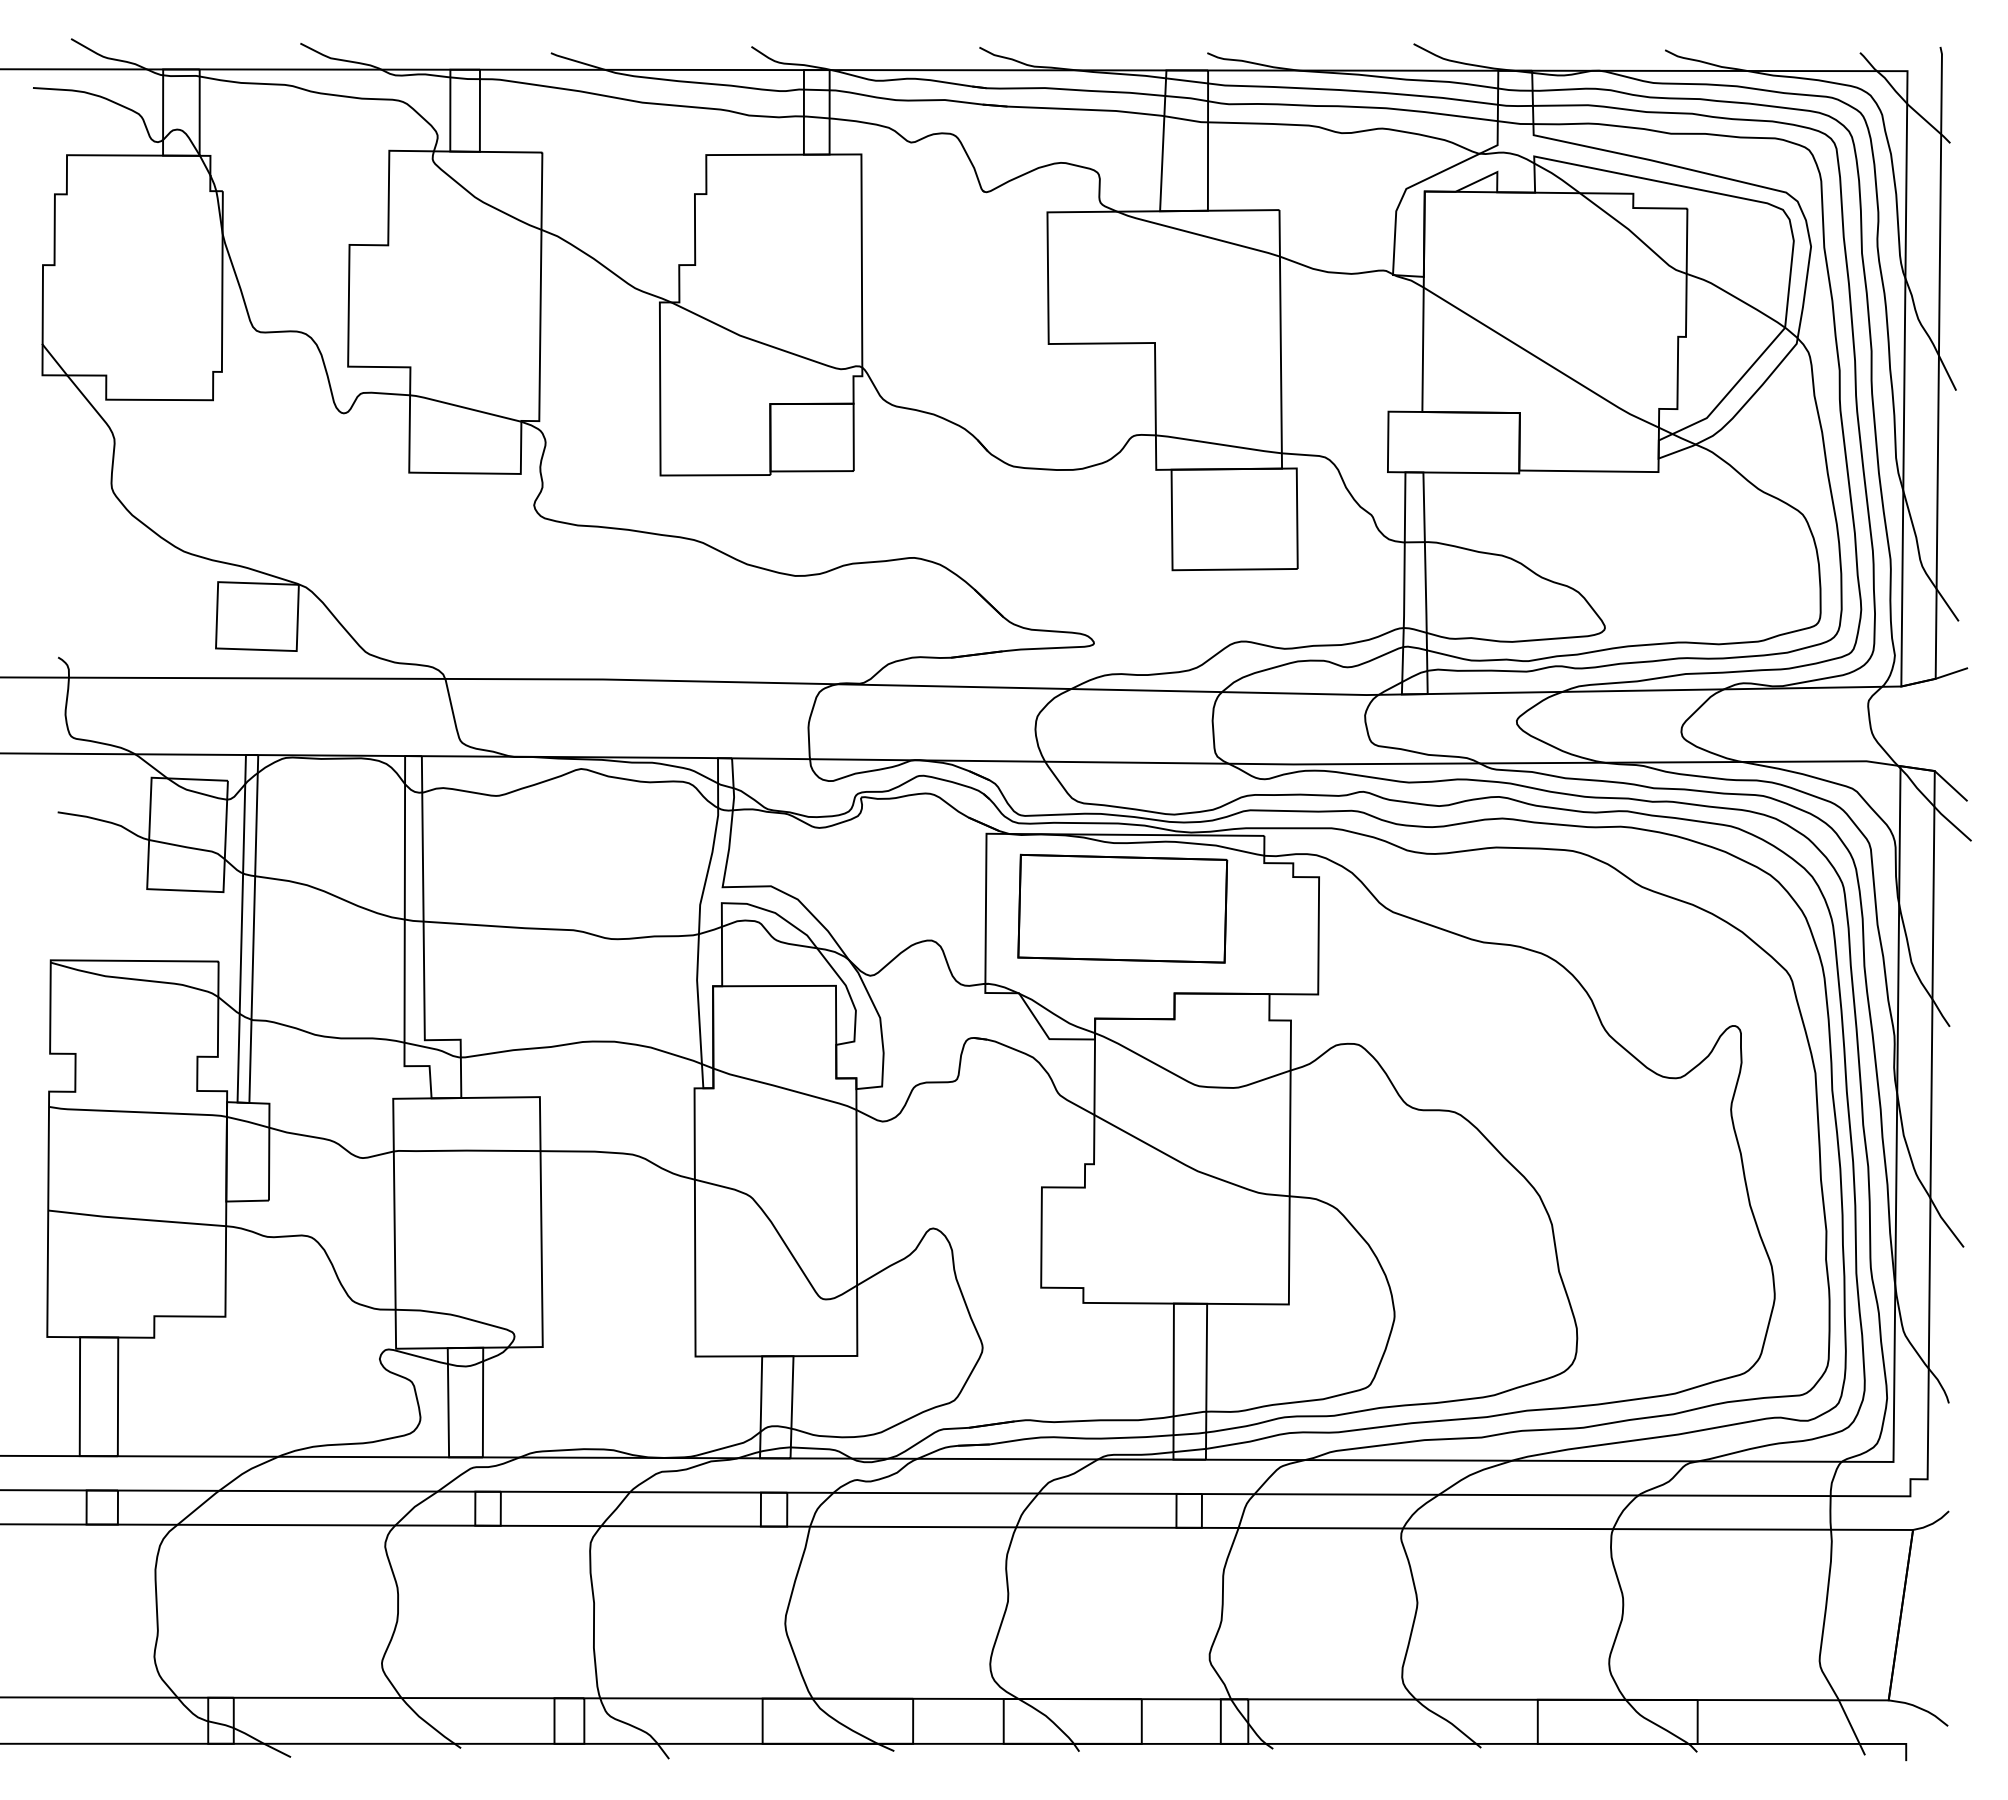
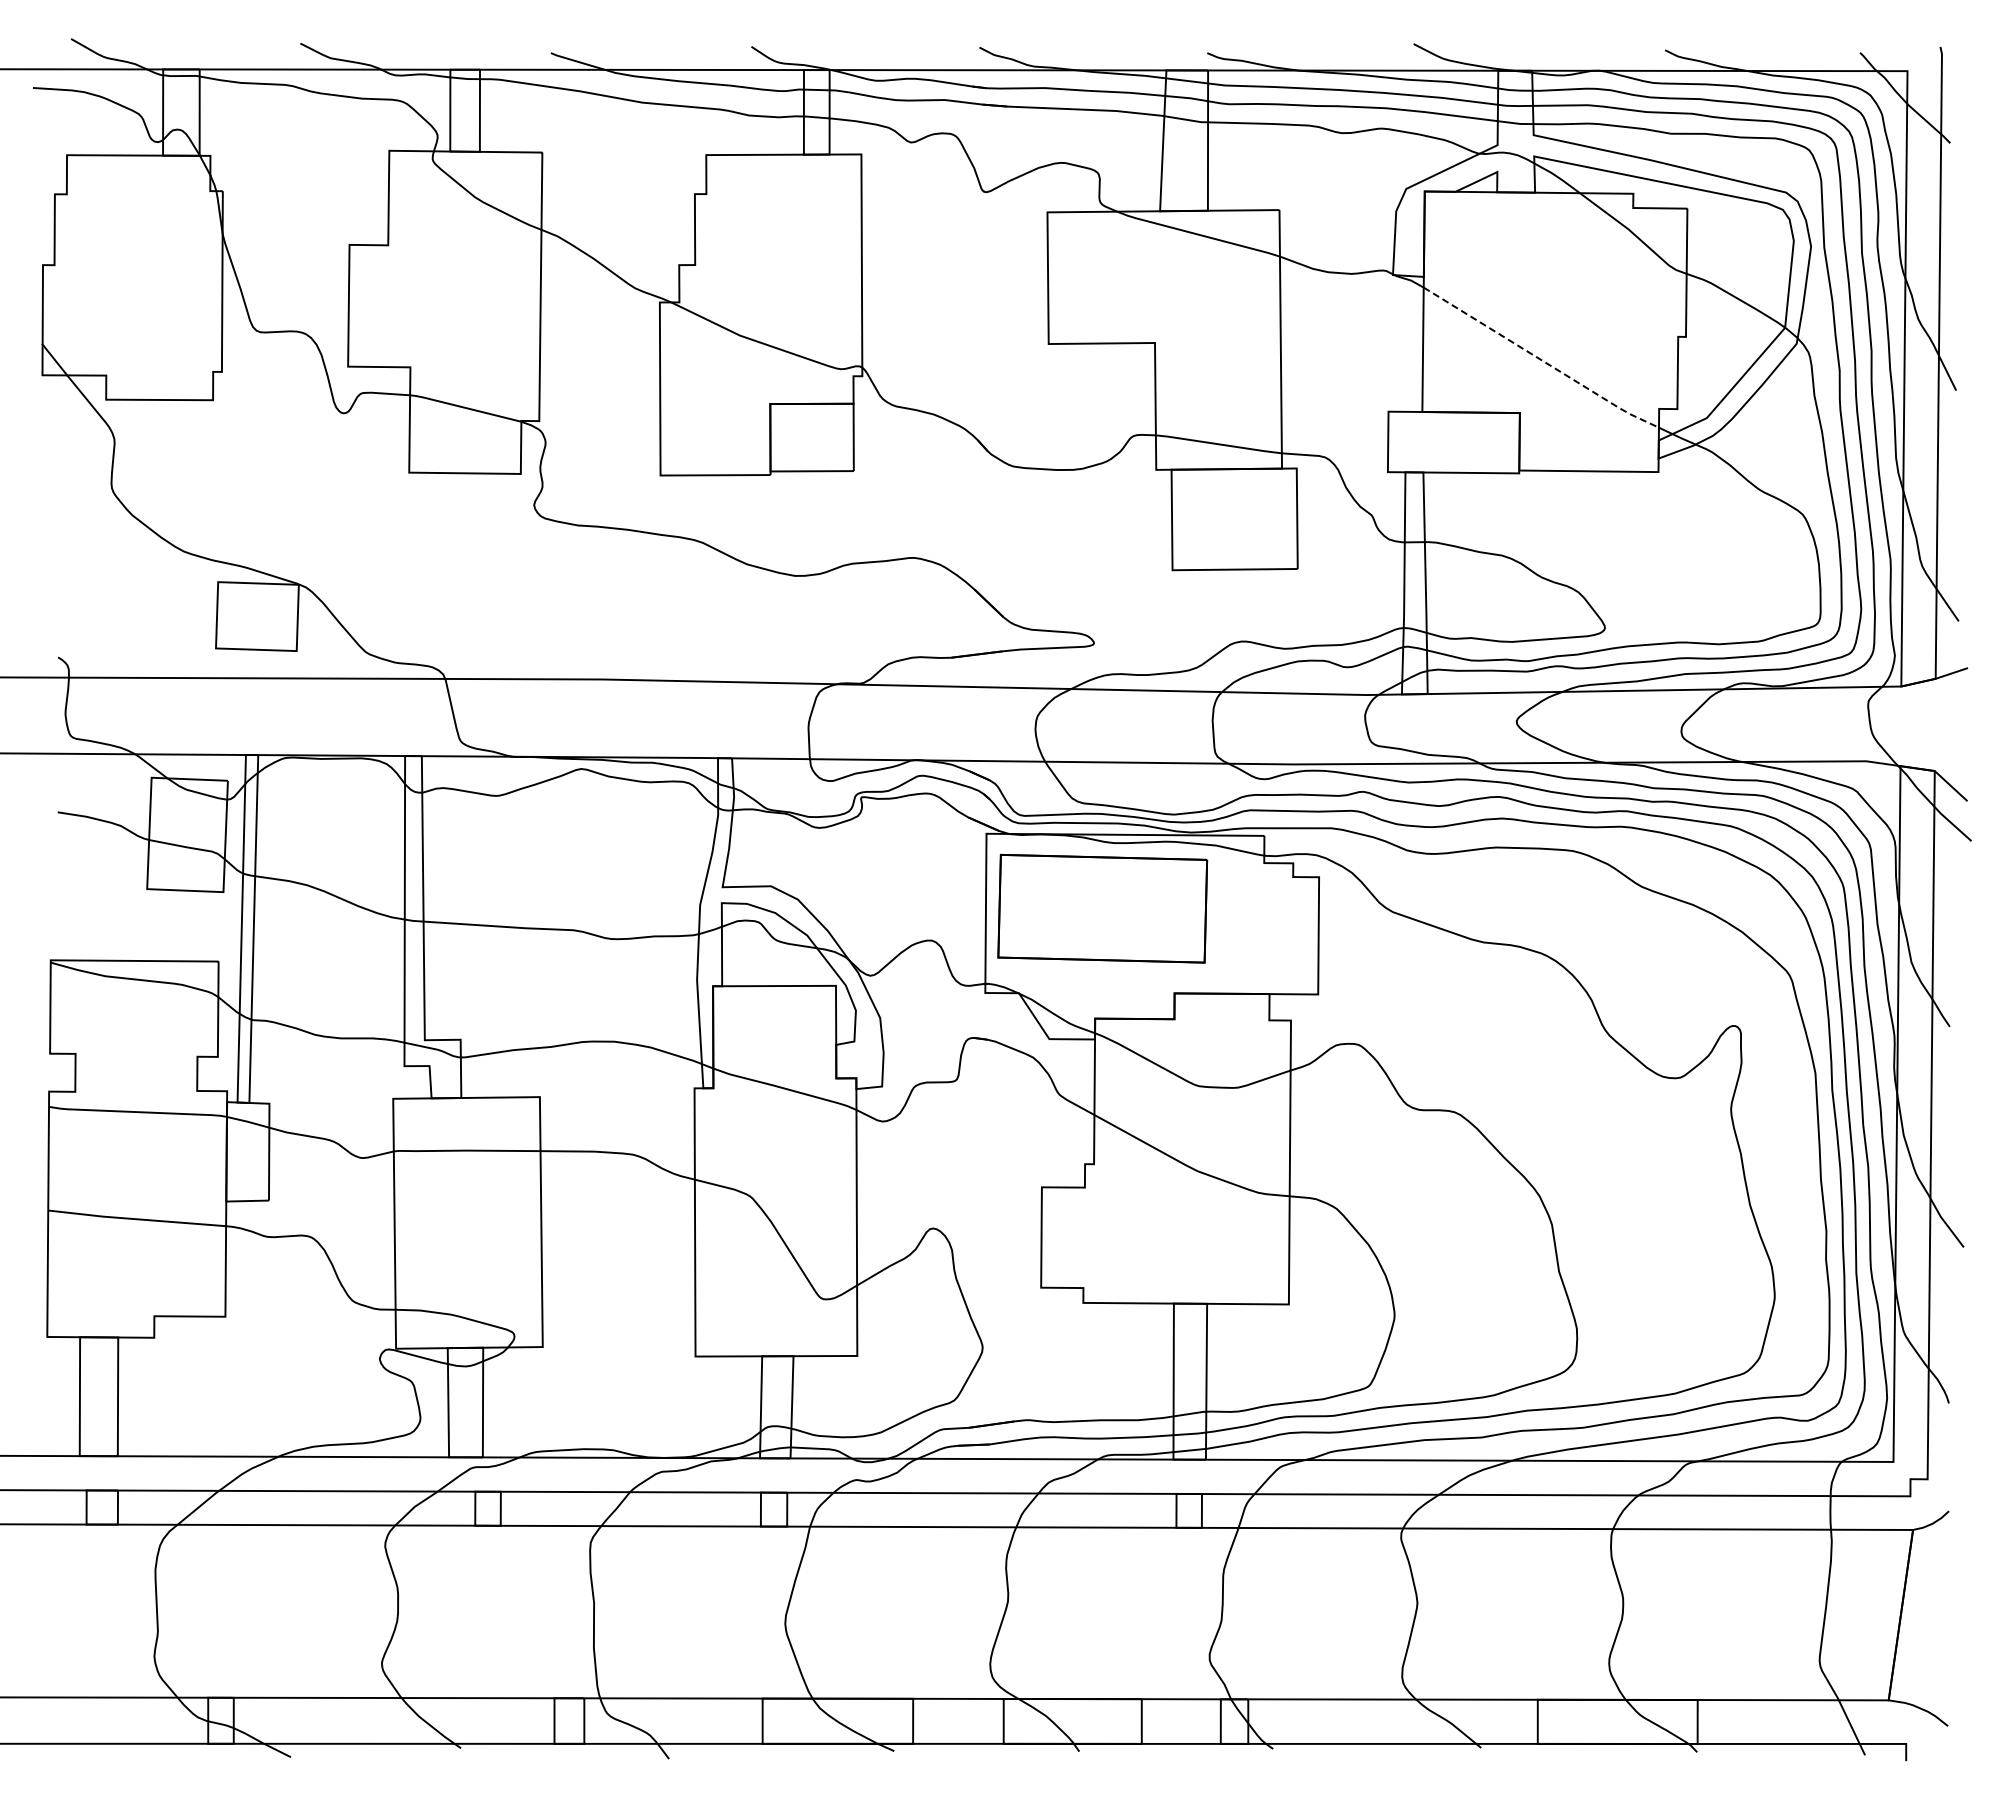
line at (1541, 360): solid -> dashed
part at (1122, 908) position: (1122, 908) -> (1102, 908)
